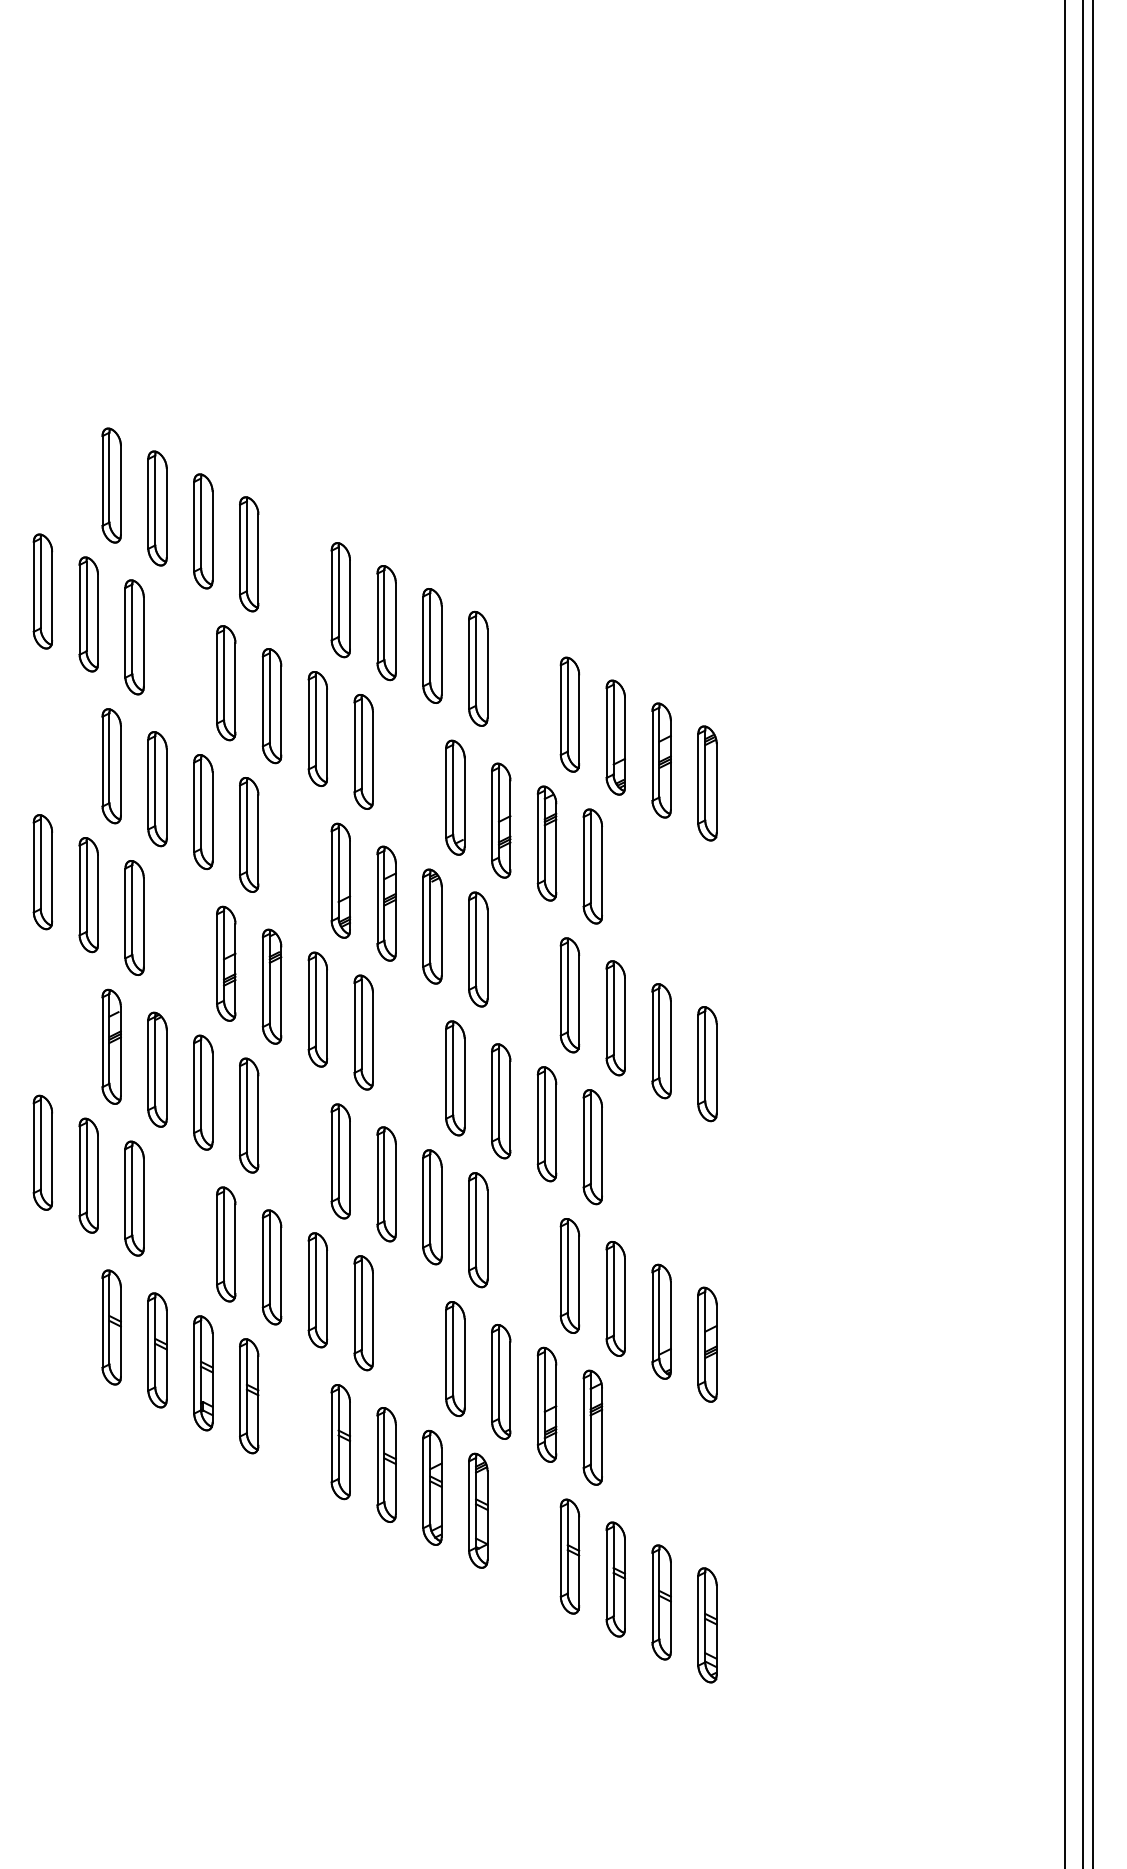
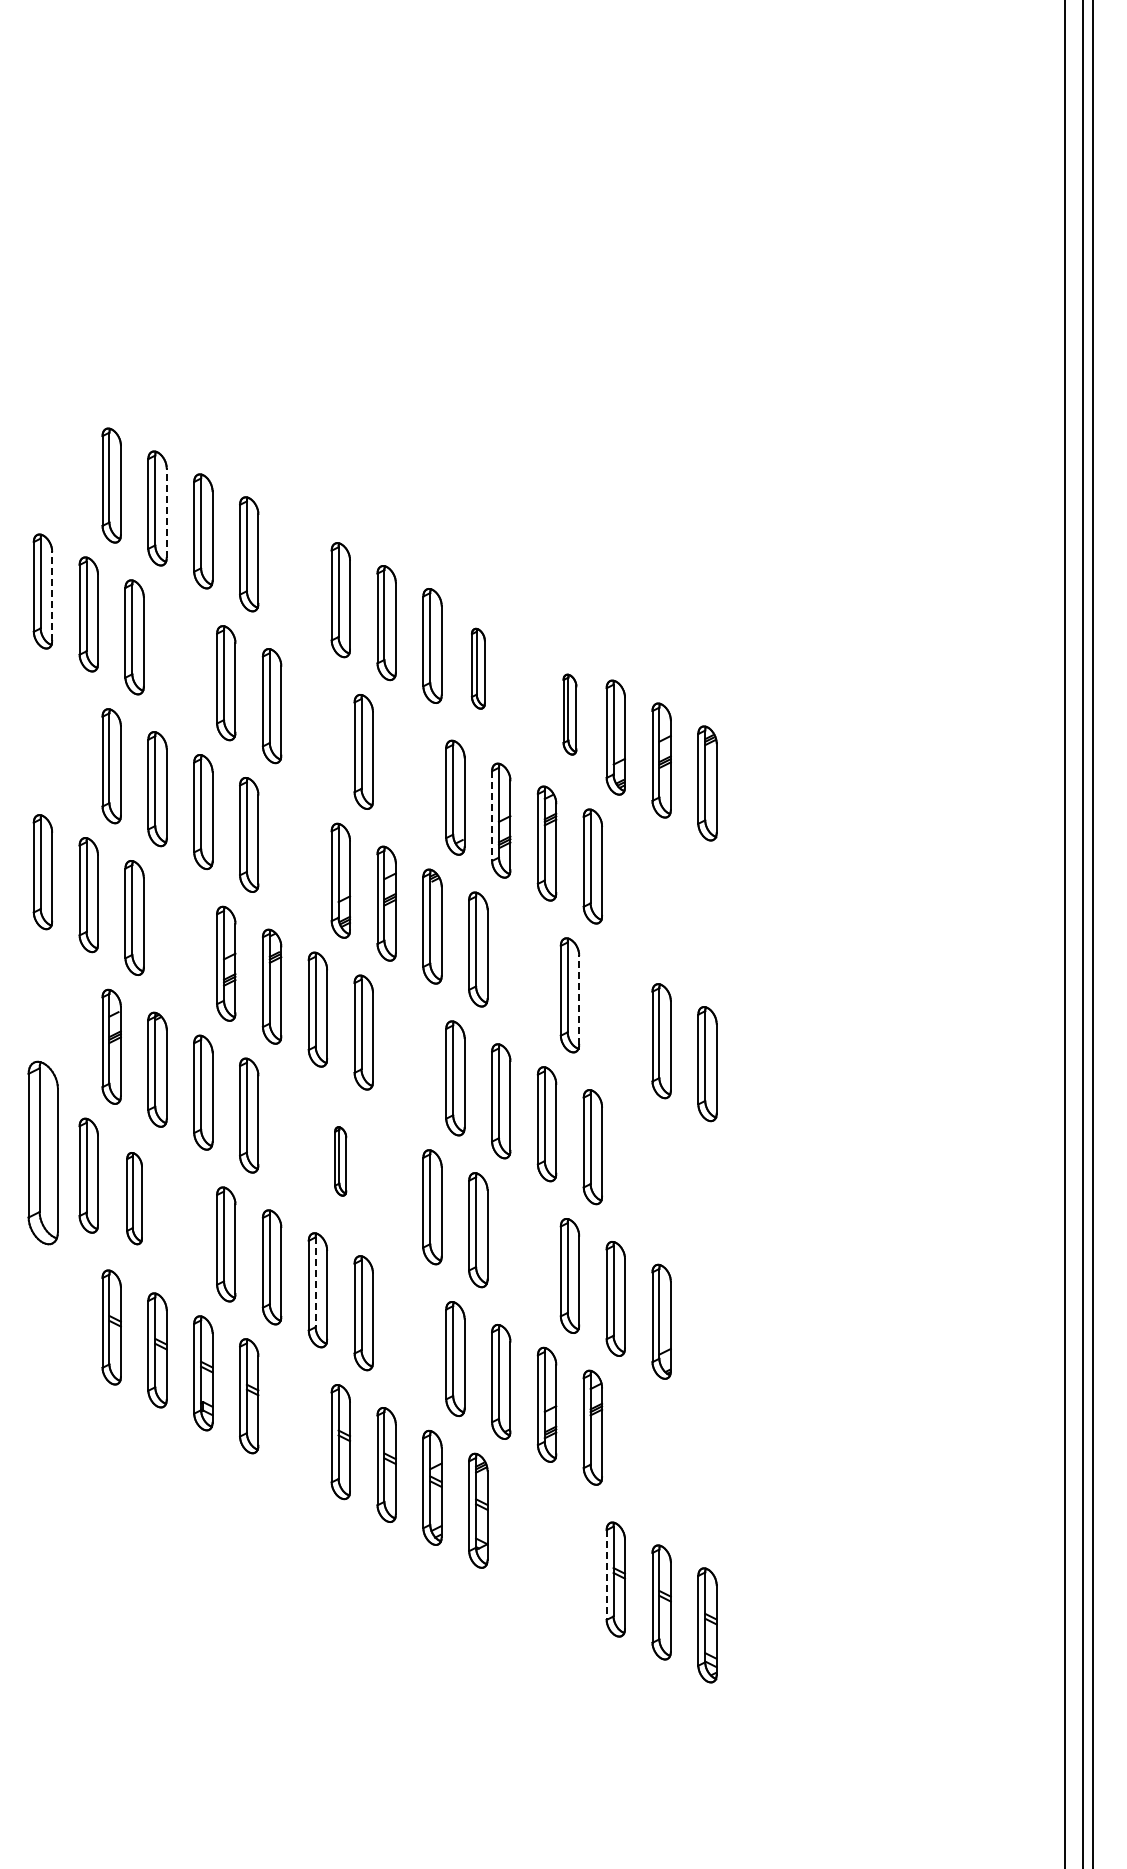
line at (166, 513): solid -> dashed
line at (52, 596): solid -> dashed
part at (478, 668) size: 21x117 px -> 16x83 px
part at (569, 714) size: 22x117 px -> 16x83 px
part at (317, 728): present -> none
line at (492, 816): solid -> dashed
line at (579, 999): solid -> dashed
part at (615, 1018): present -> none
part at (42, 1152) size: 21x117 px -> 32x186 px
part at (340, 1161) size: 21x117 px -> 14x71 px
part at (386, 1184): present -> none
part at (134, 1198) size: 21x117 px -> 17x94 px
line at (315, 1282): solid -> dashed
part at (707, 1344): present -> none
part at (569, 1556): present -> none
line at (606, 1575): solid -> dashed
